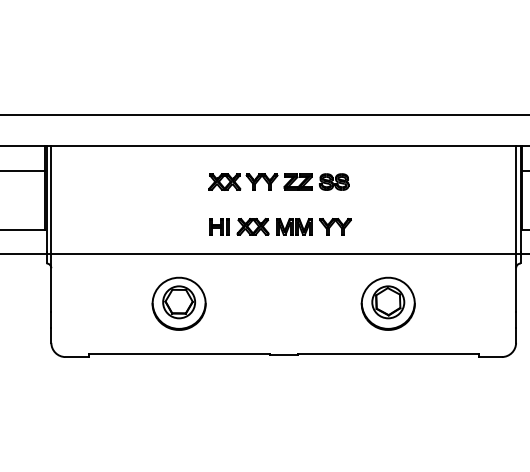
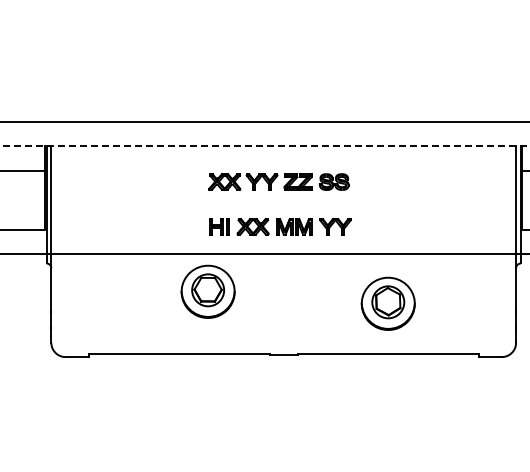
line at (264, 114) position: (264, 114) -> (264, 121)
line at (264, 145): solid -> dashed
part at (178, 303) position: (178, 303) -> (207, 291)
